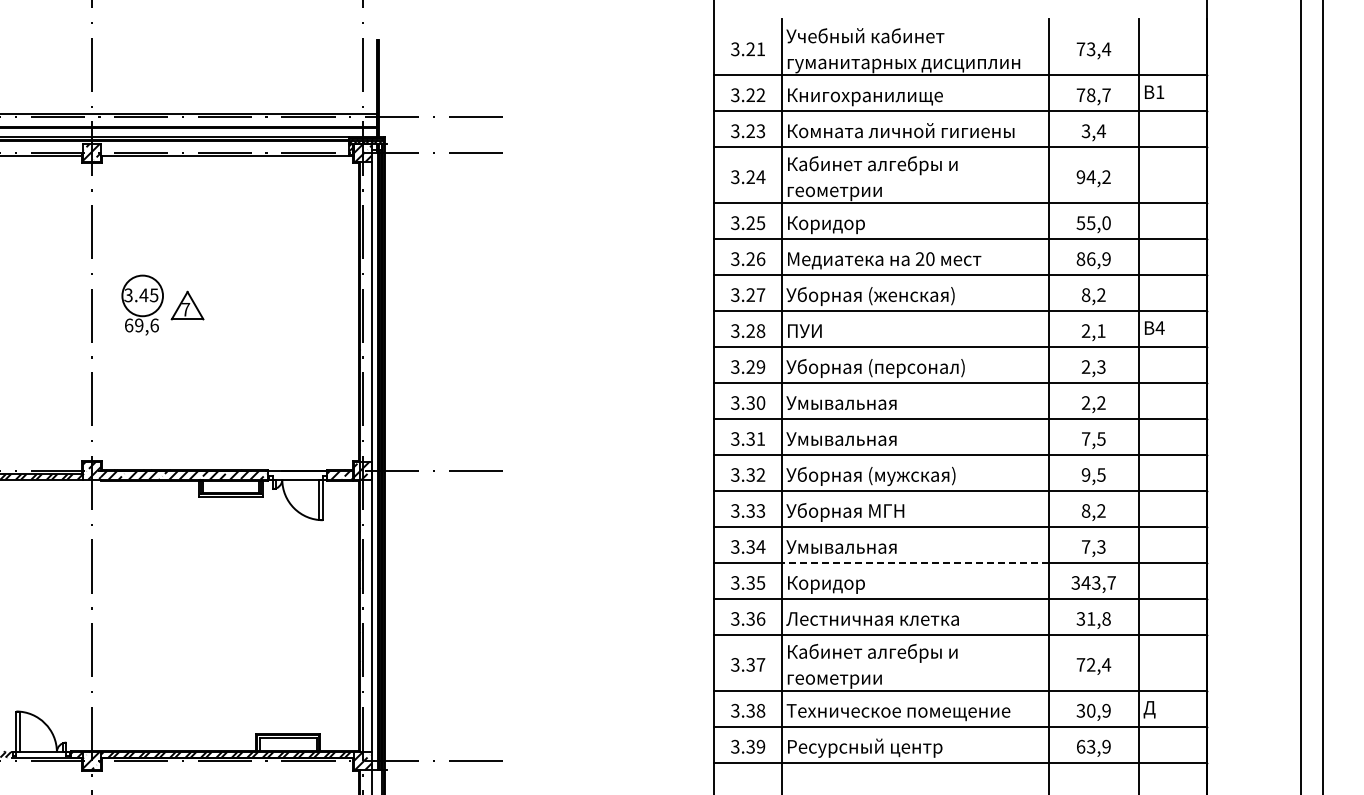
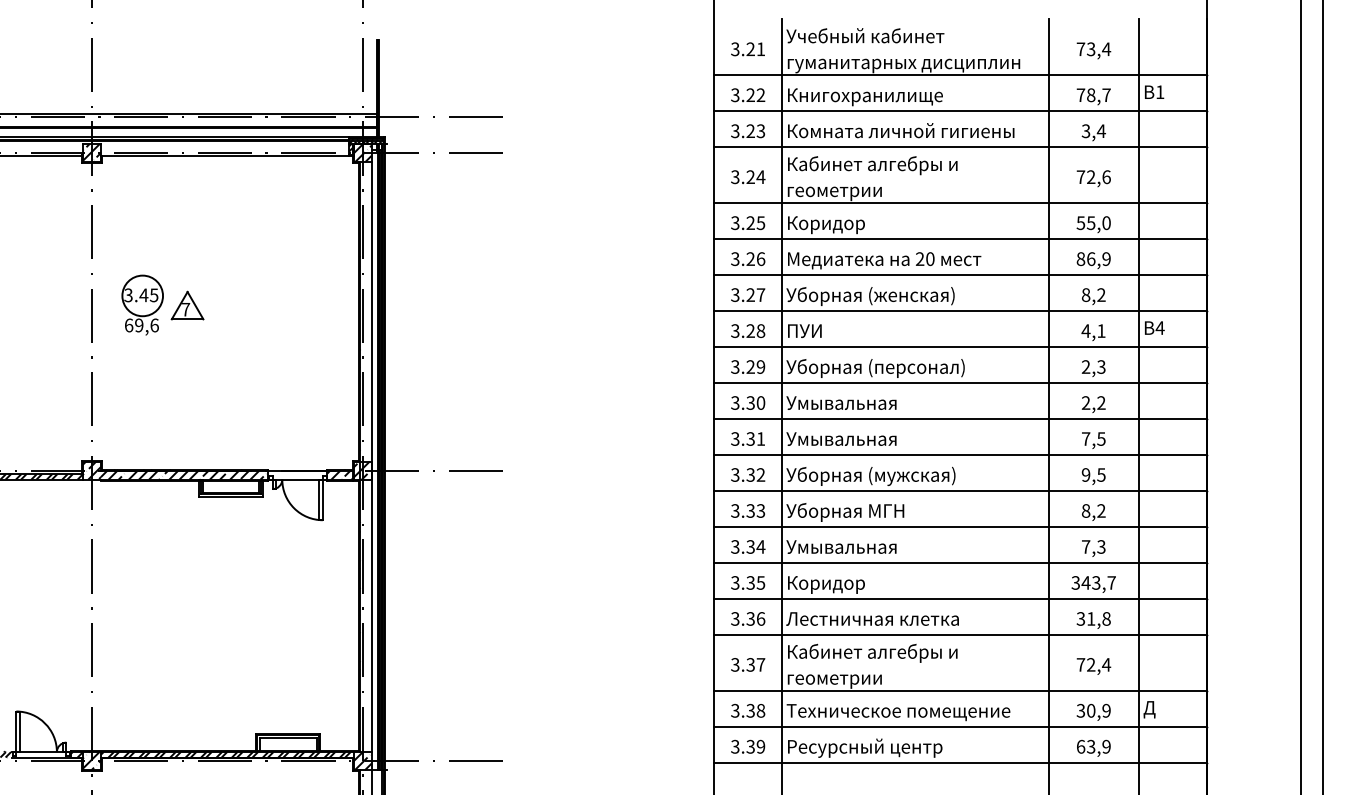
text at (1093, 177): 94,2 -> 72,6
text at (1085, 330): 2,1 -> 4,1
line at (914, 562): dashed -> solid
